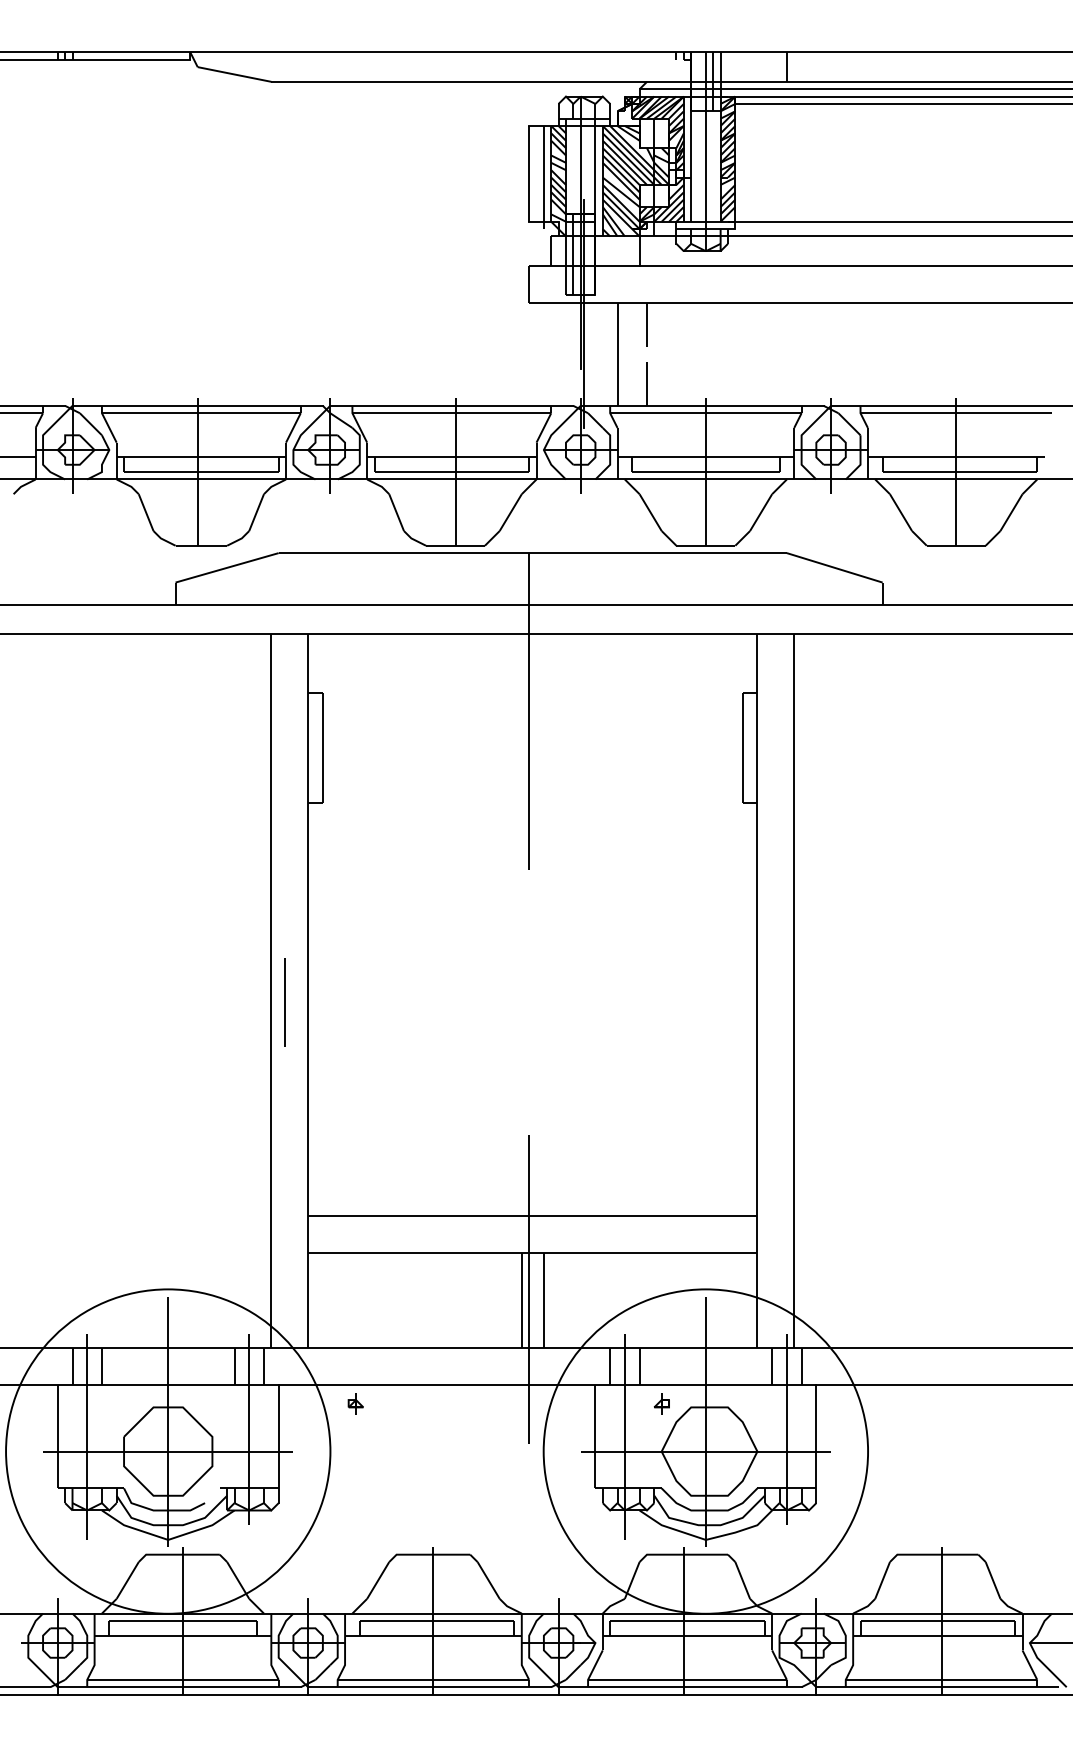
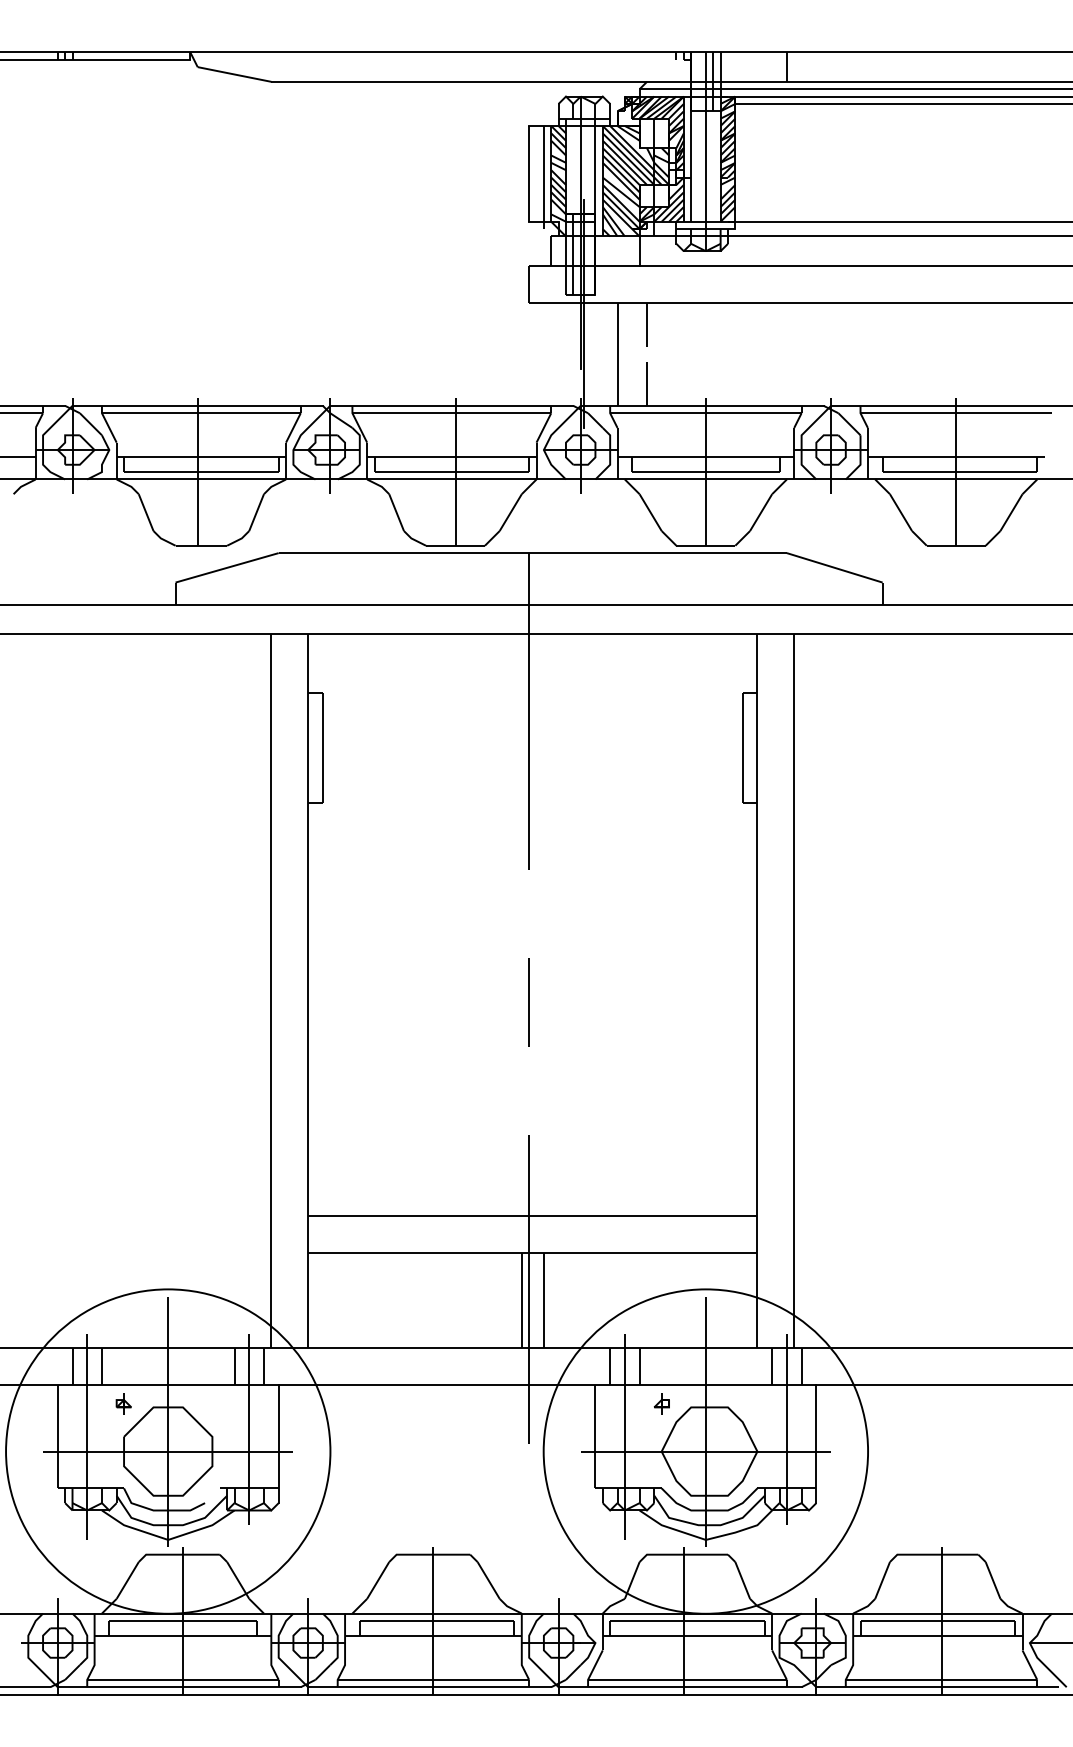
line at (284, 1002) position: (284, 1002) -> (528, 1002)
part at (355, 1403) position: (355, 1403) -> (123, 1403)
